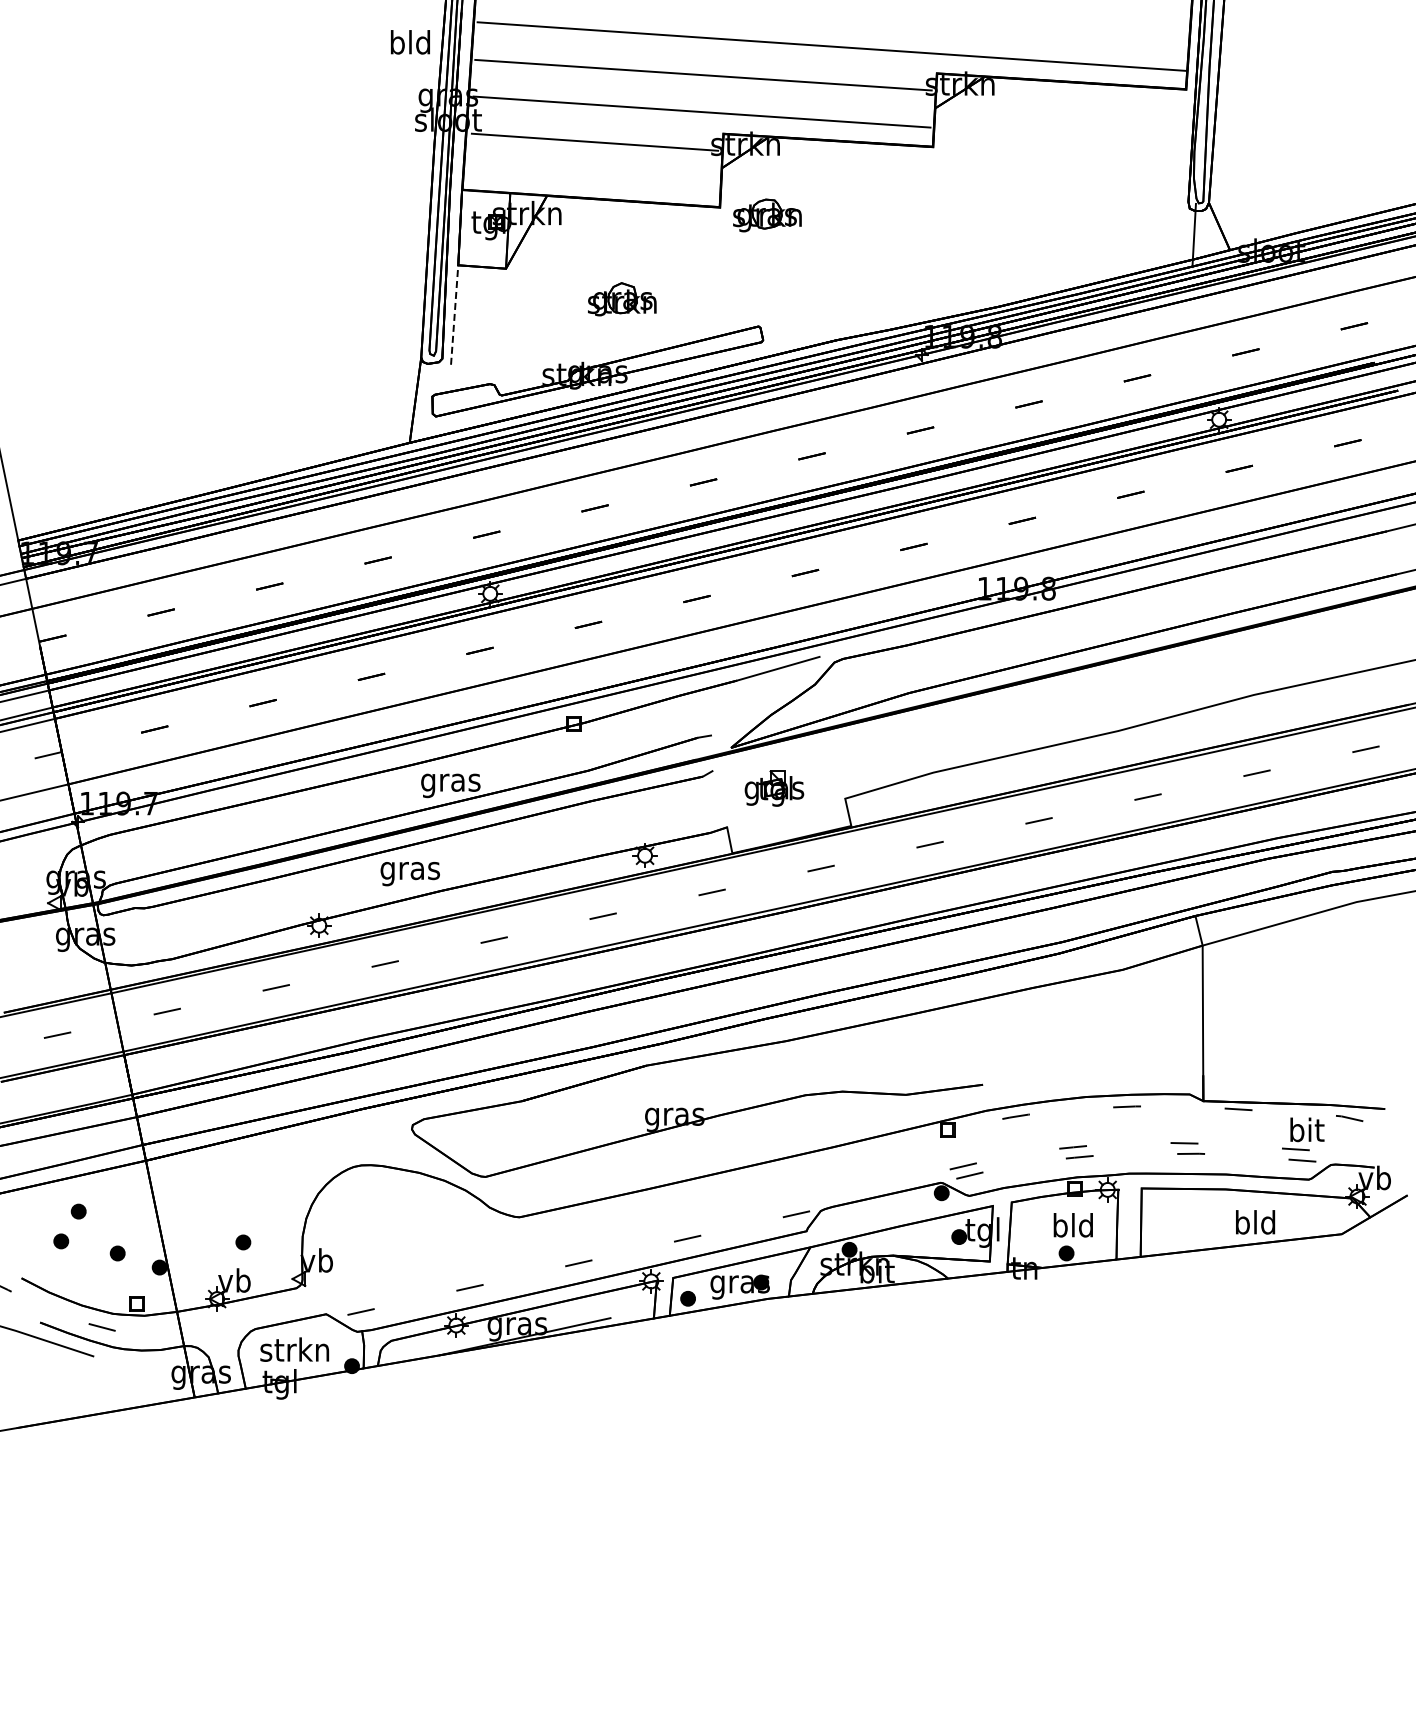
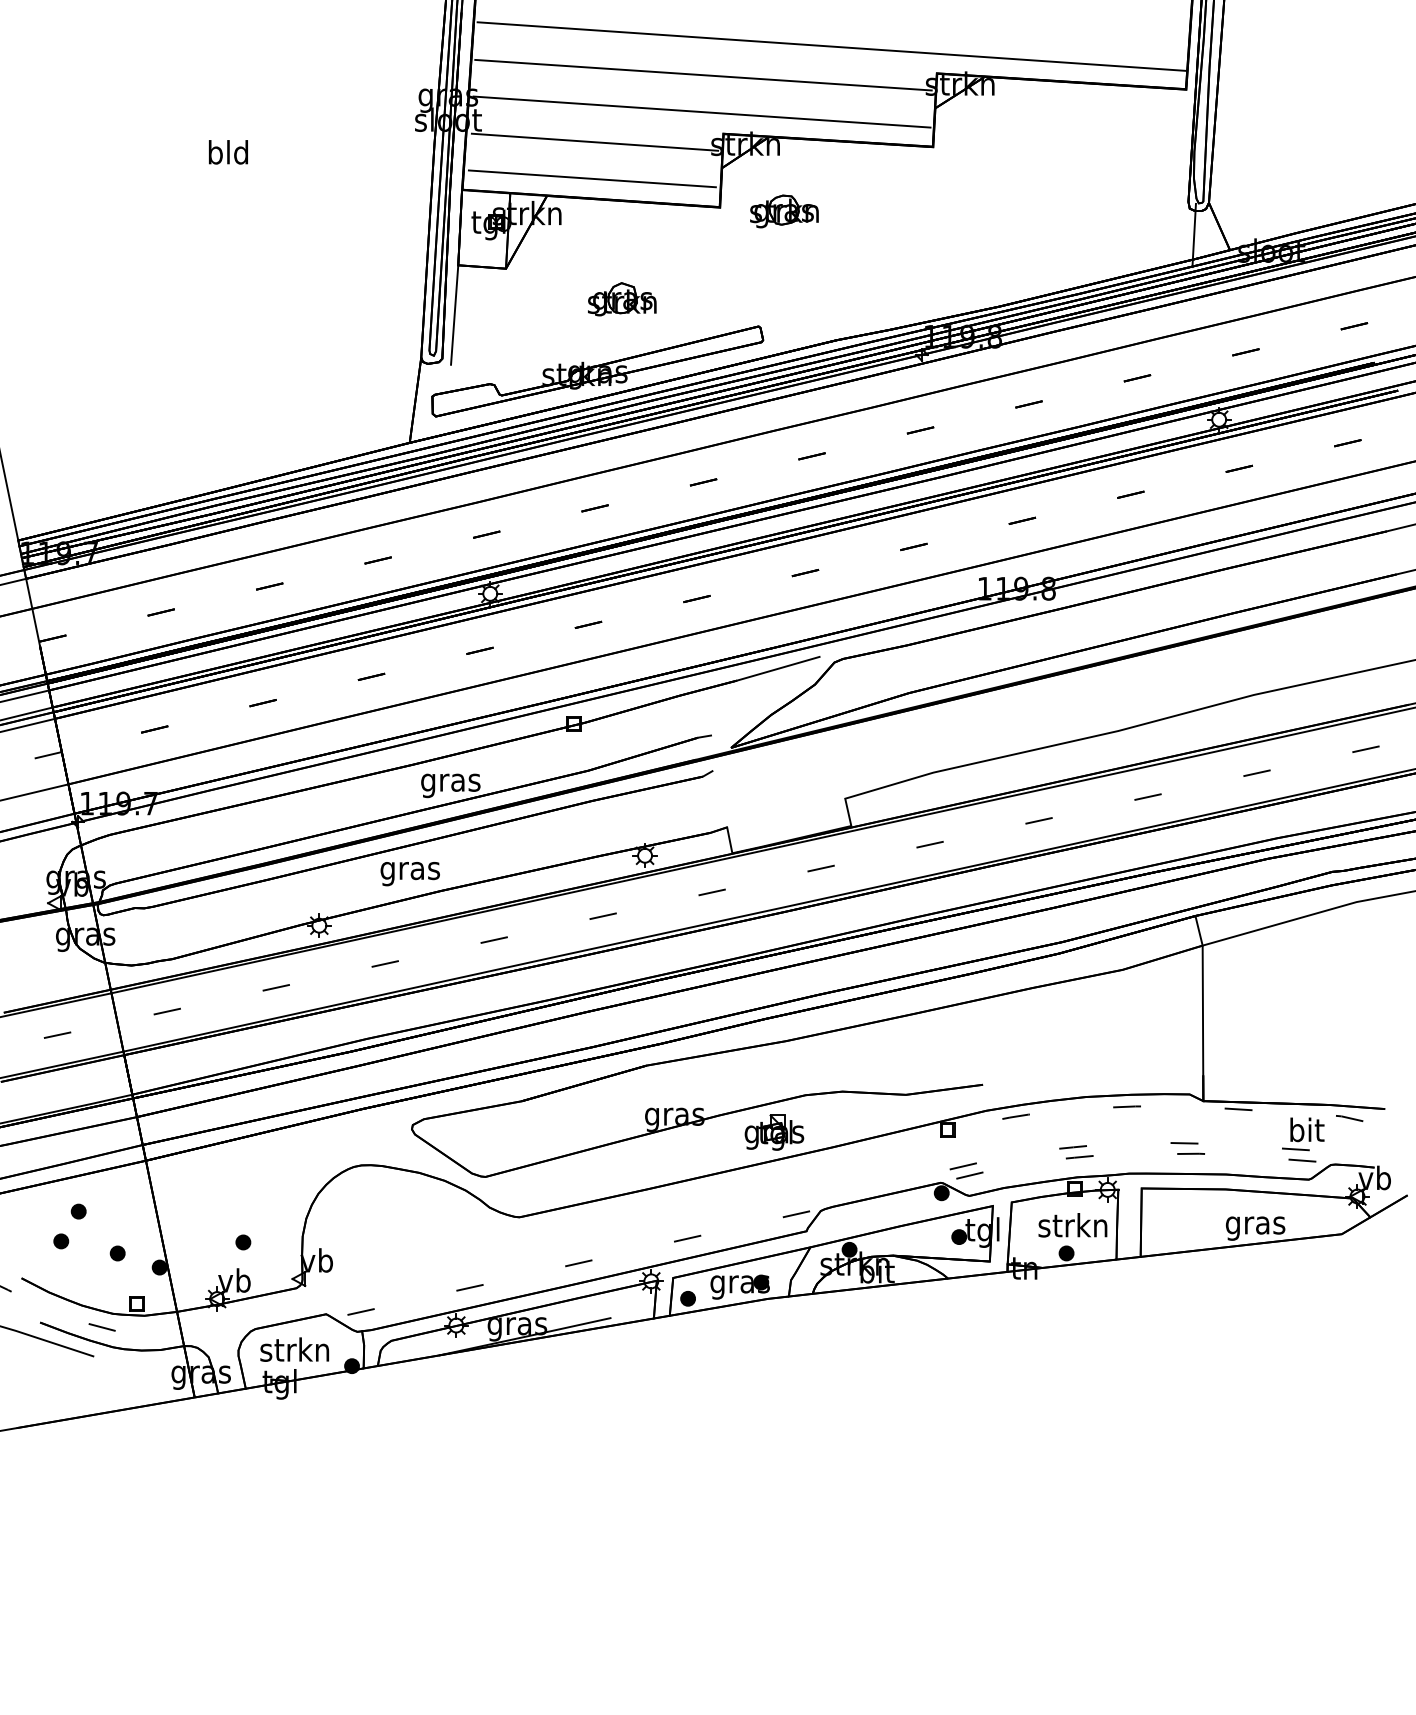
text at (410, 42) position: (410, 42) -> (228, 152)
line at (591, 178): none -> present
part at (767, 215) position: (767, 215) -> (784, 211)
line at (454, 315): dashed -> solid
part at (774, 788) position: (774, 788) -> (774, 1132)
text at (1072, 1225): bld -> strkn
text at (1255, 1225): bld -> gras
